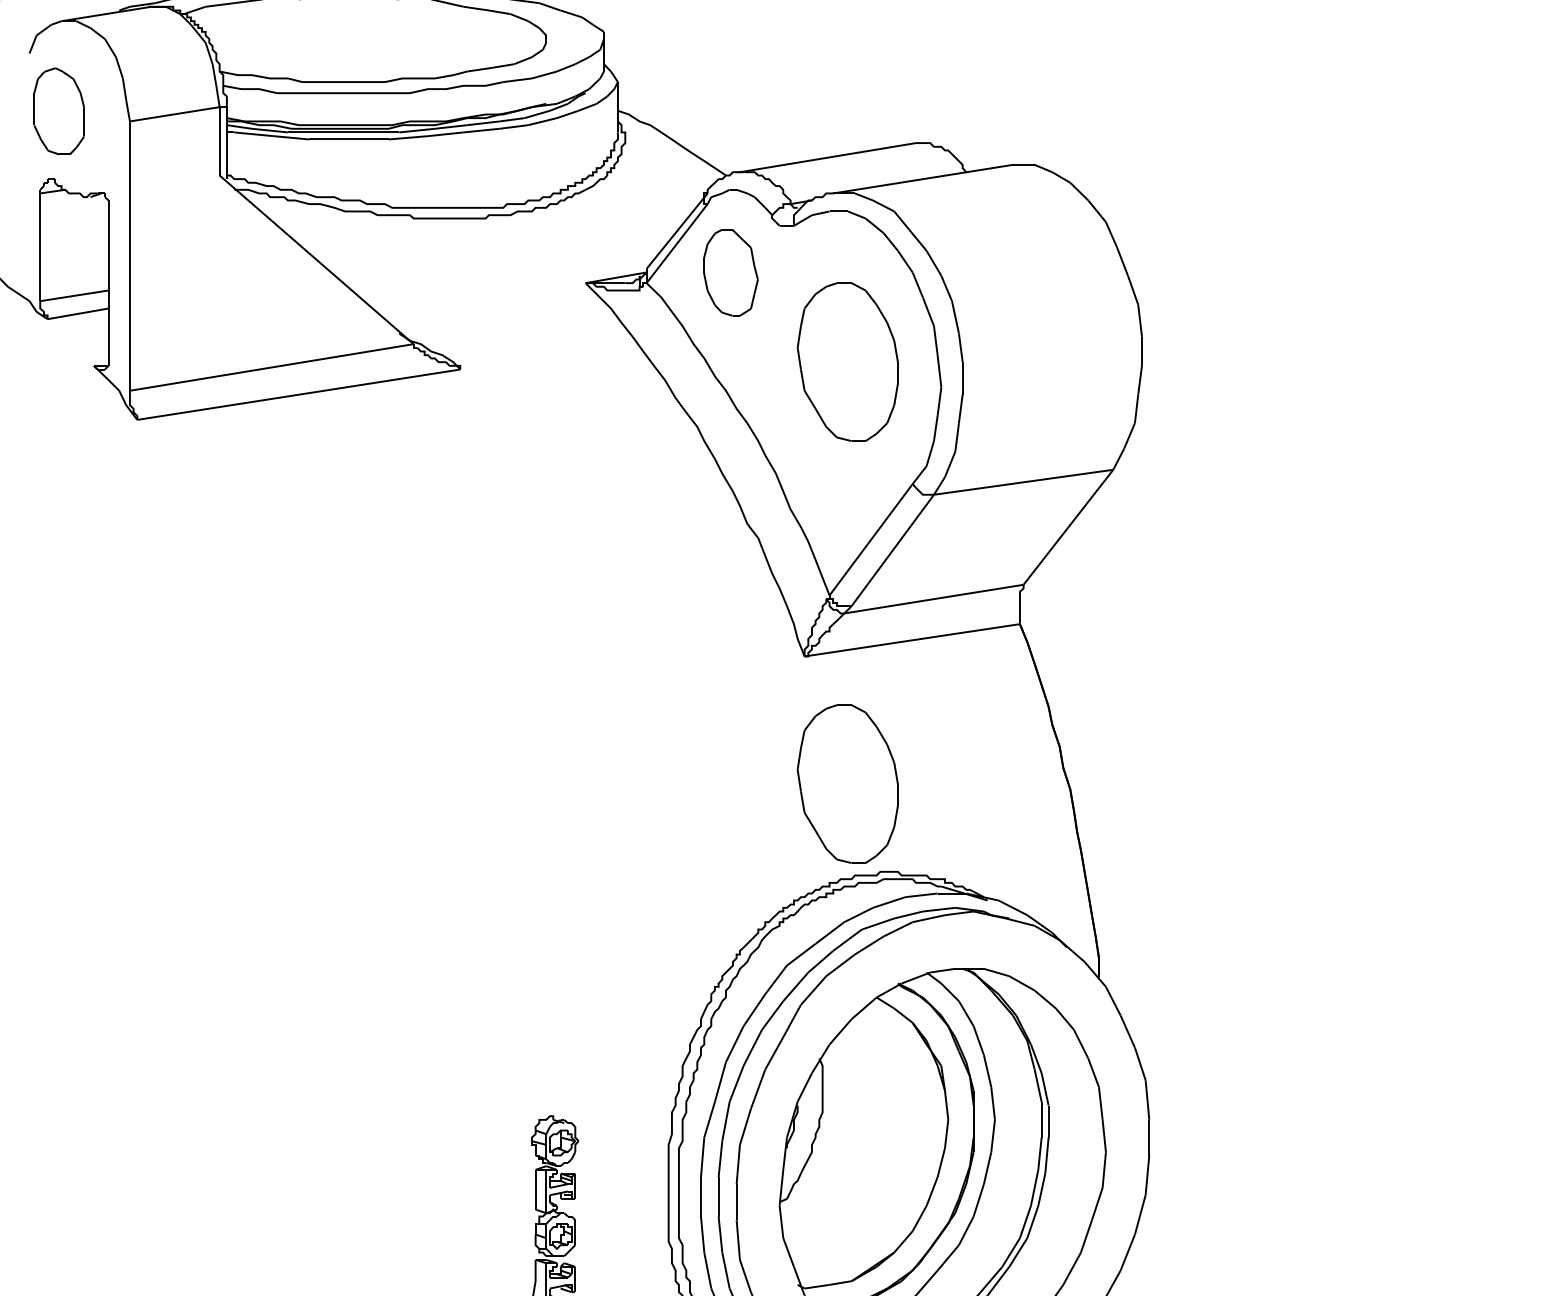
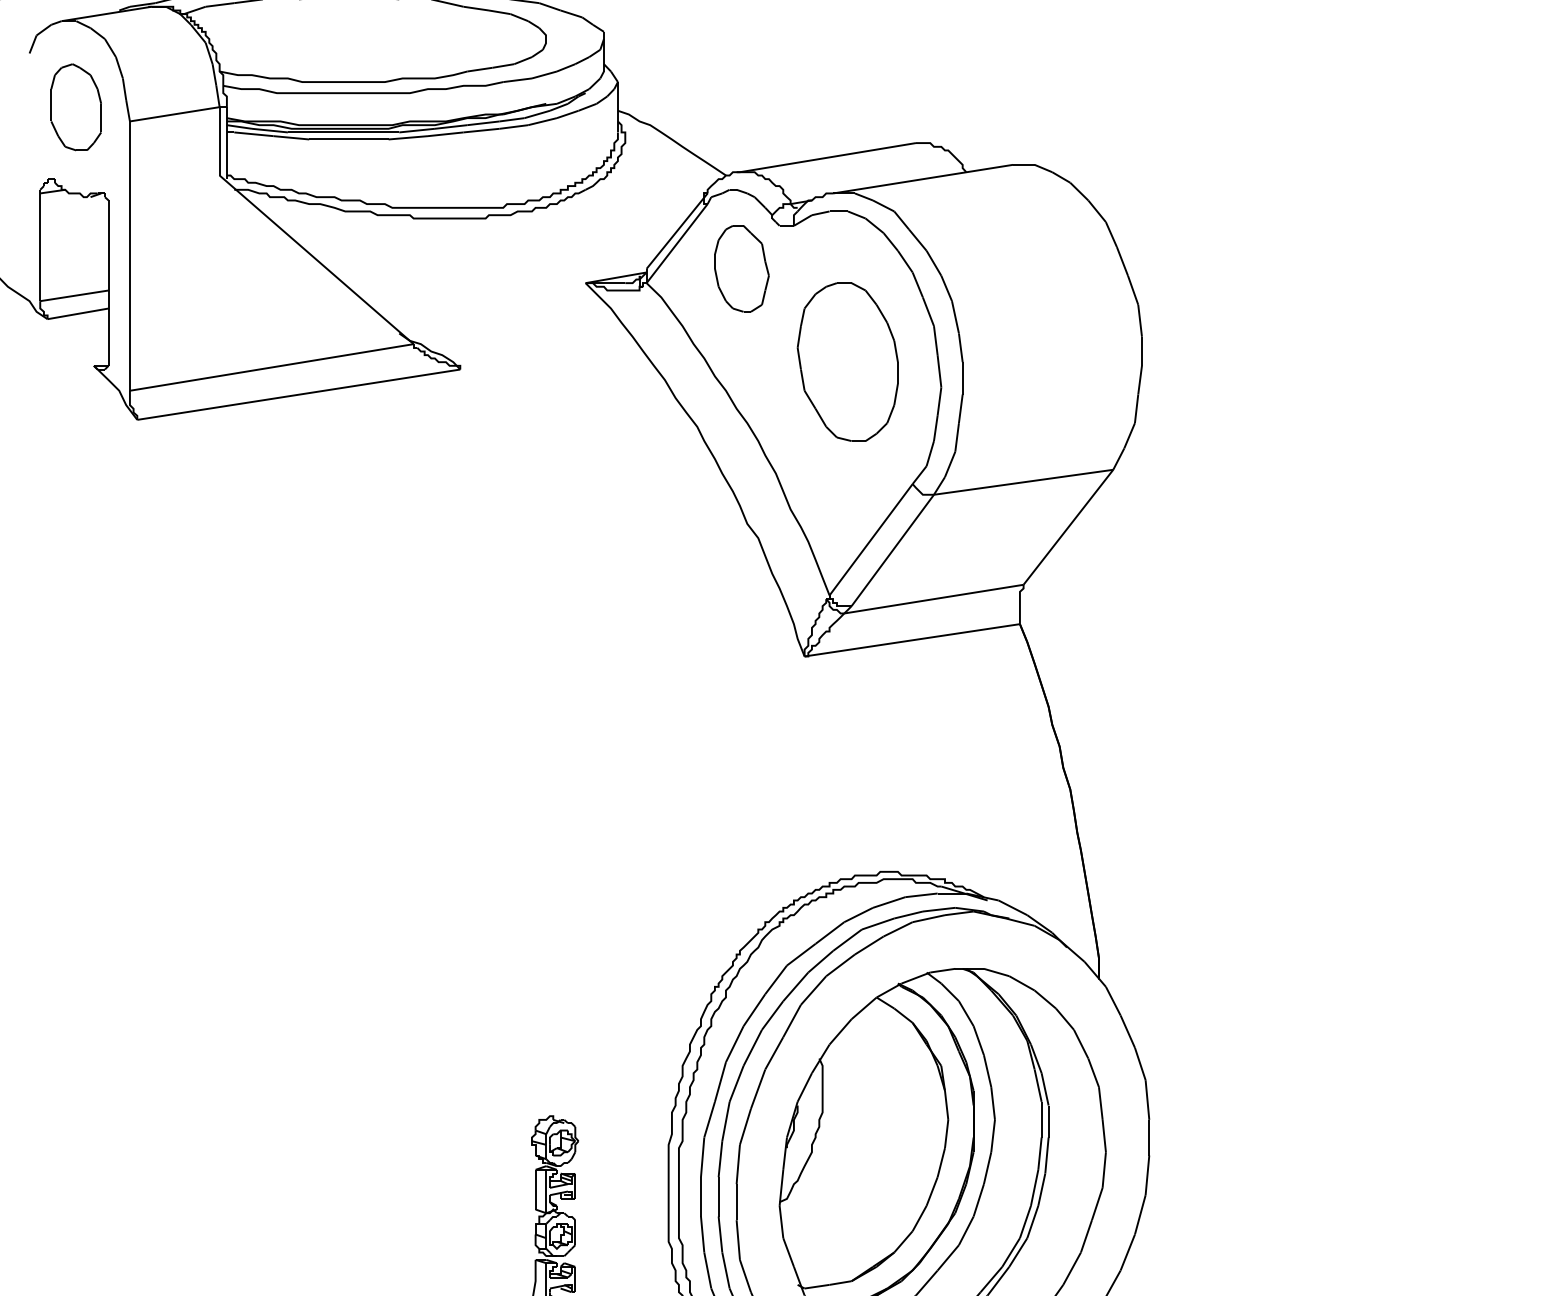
part at (58, 111) position: (58, 111) -> (75, 107)
part at (730, 272) position: (730, 272) -> (741, 268)
part at (847, 783): present -> none
